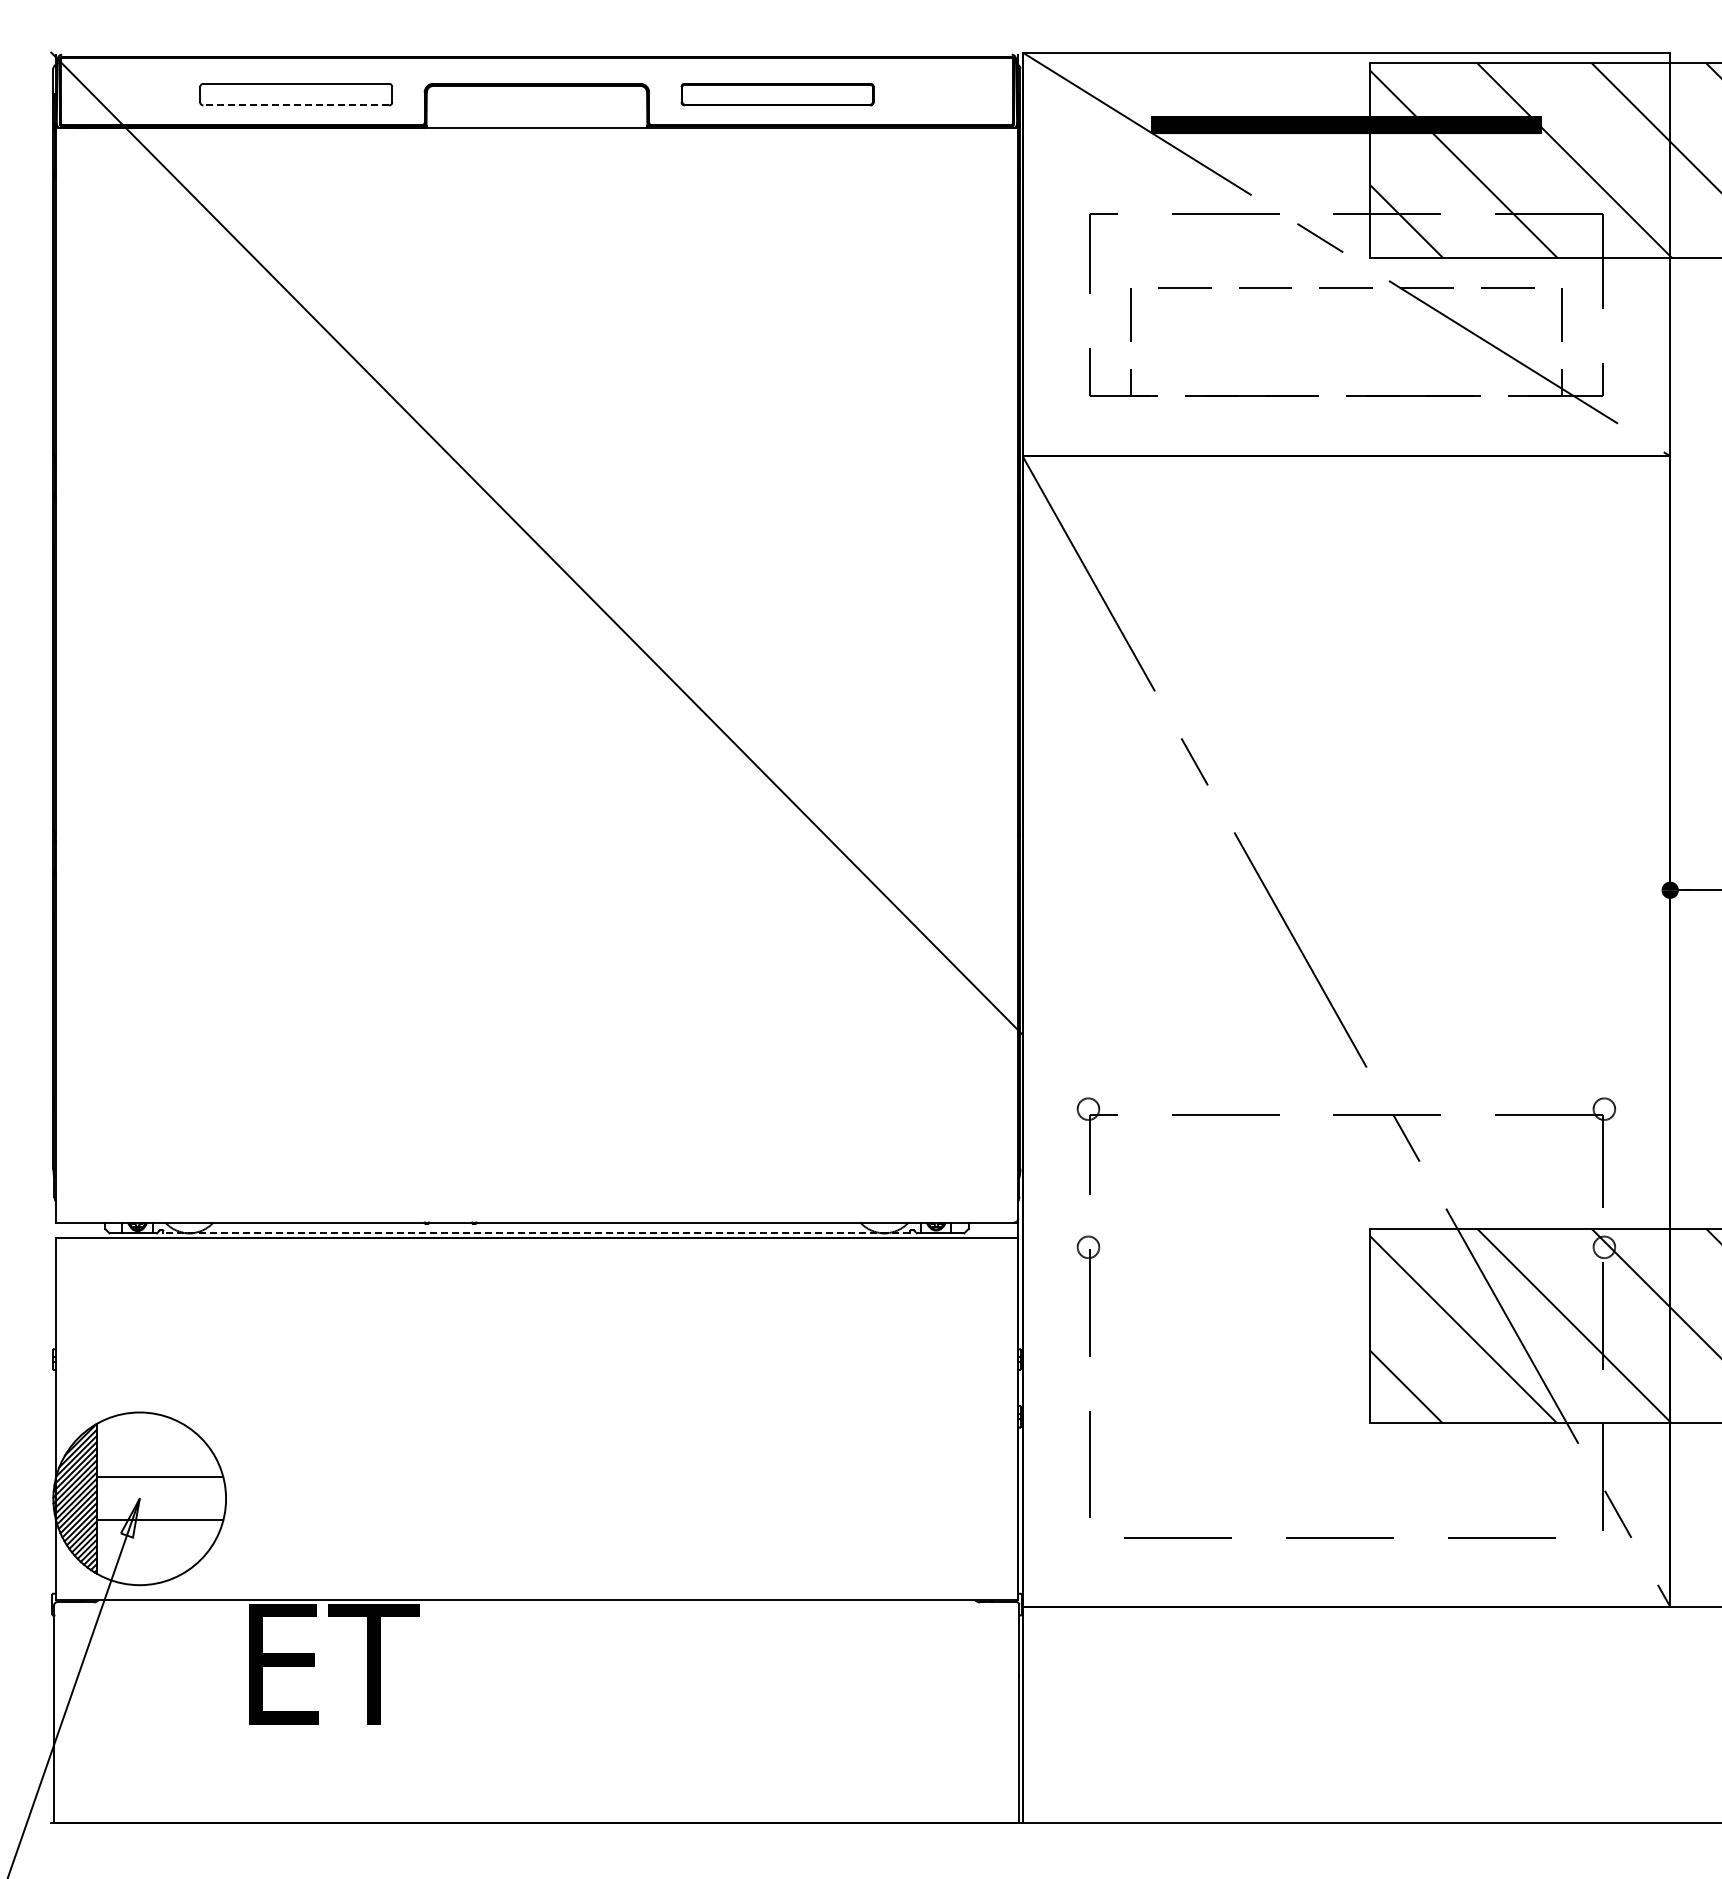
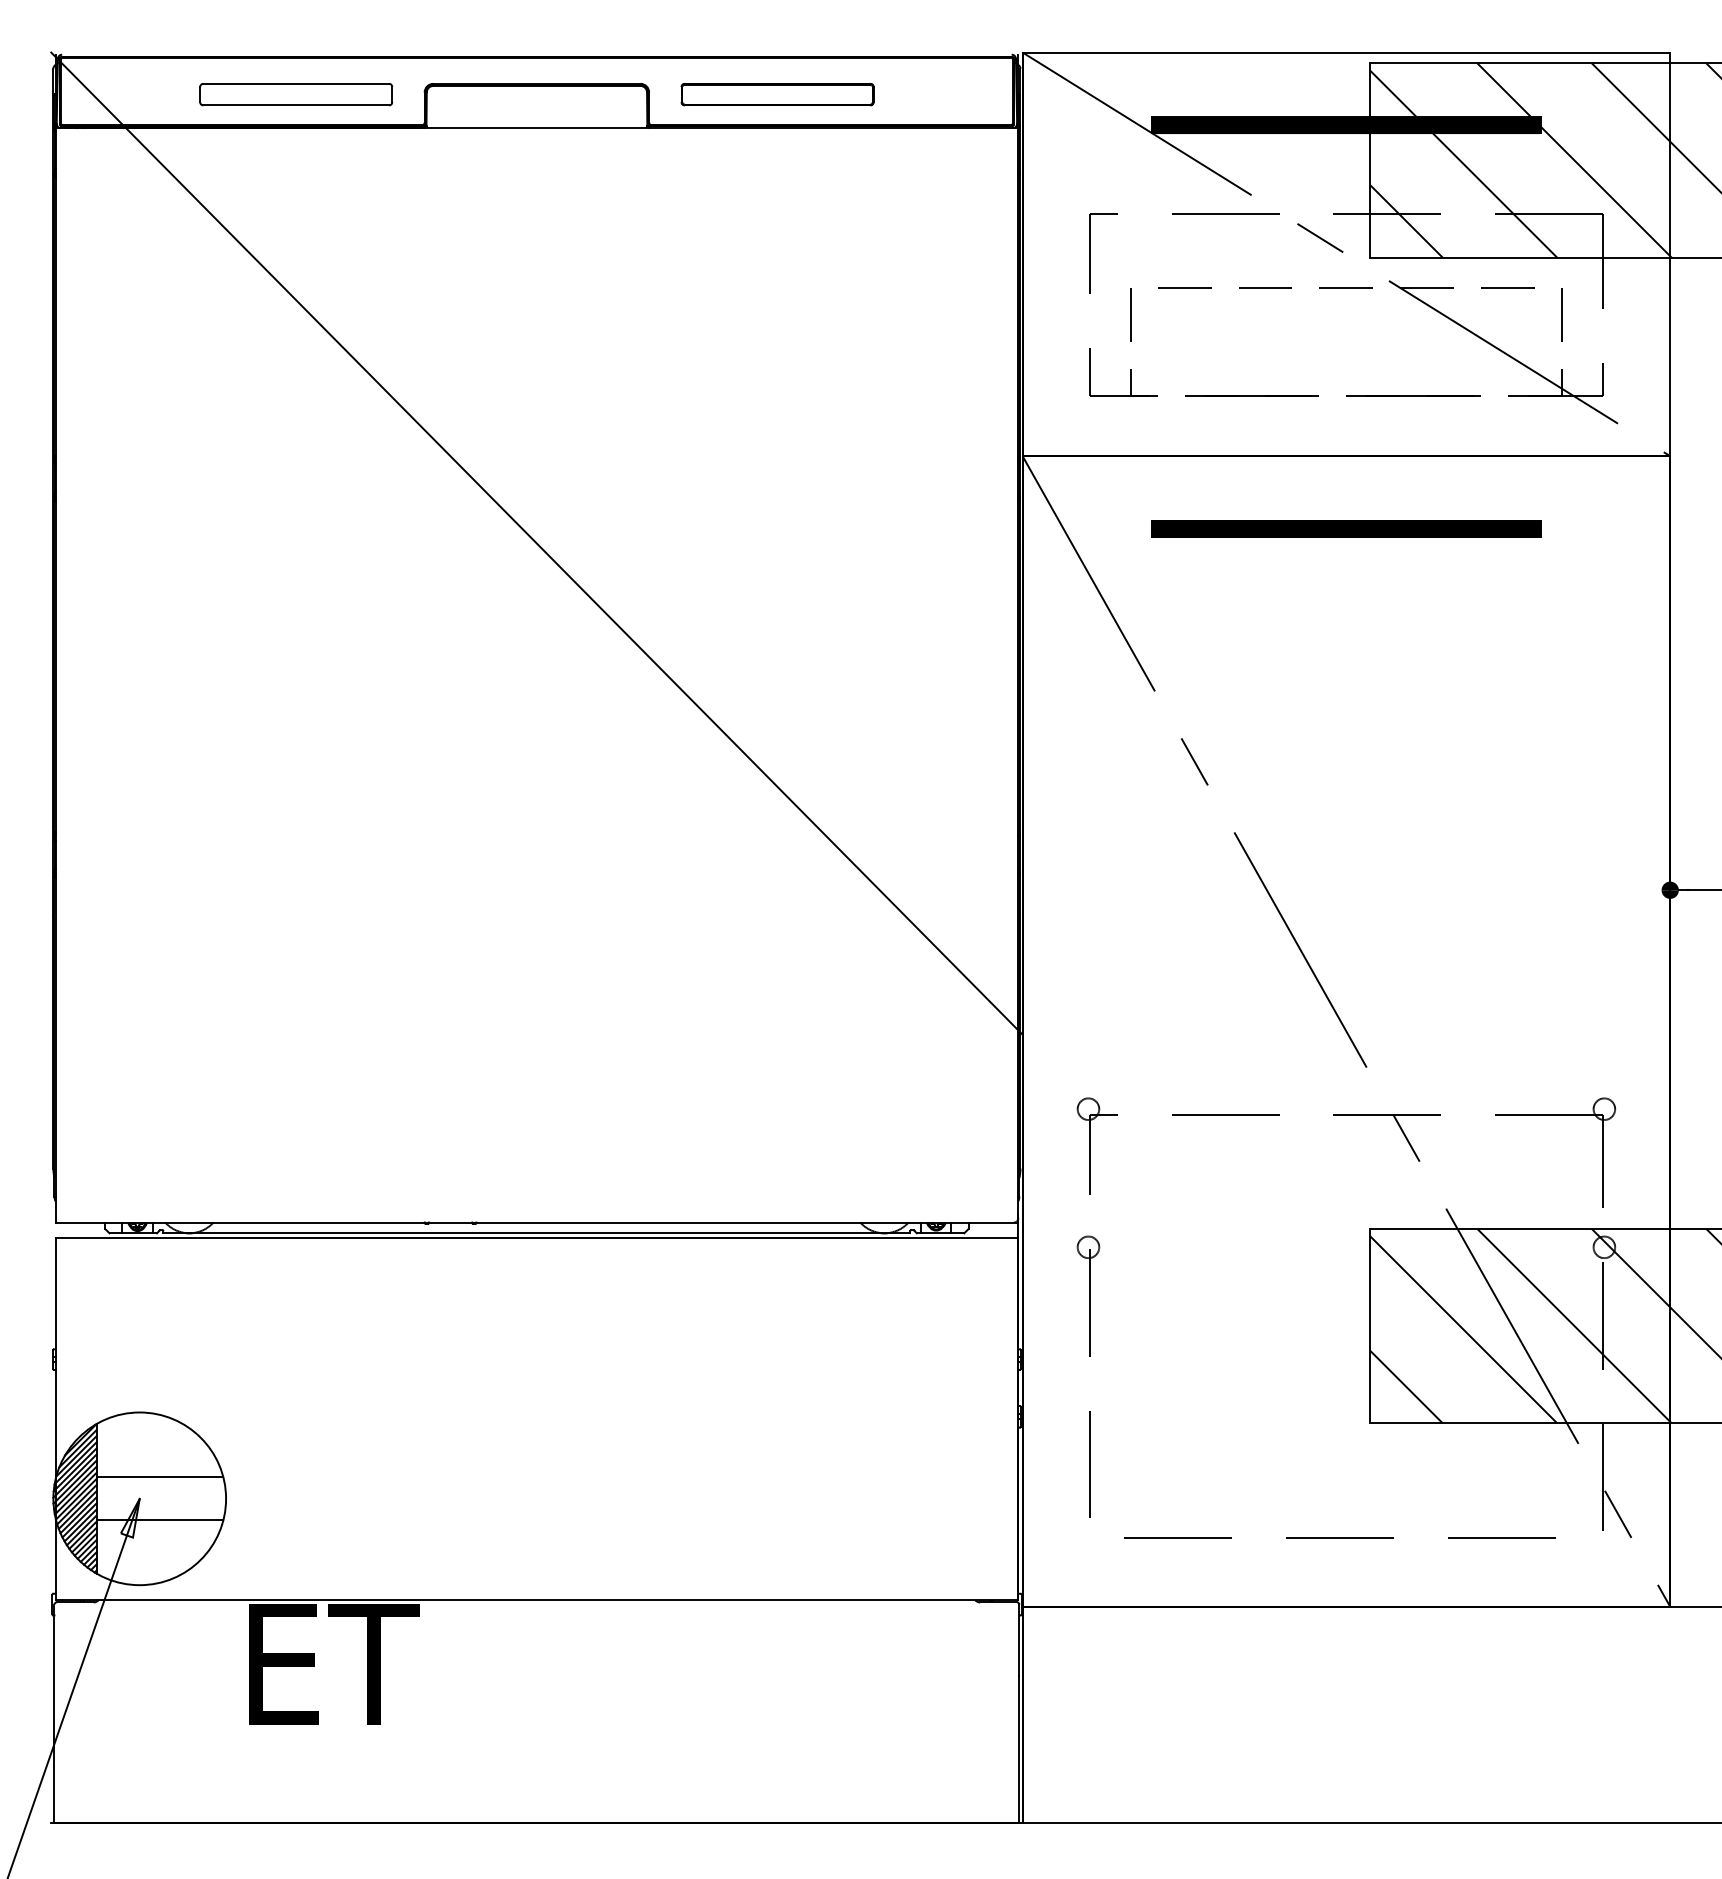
line at (296, 105): dashed -> solid
part at (1346, 528): none -> present
line at (536, 1233): dashed -> solid
